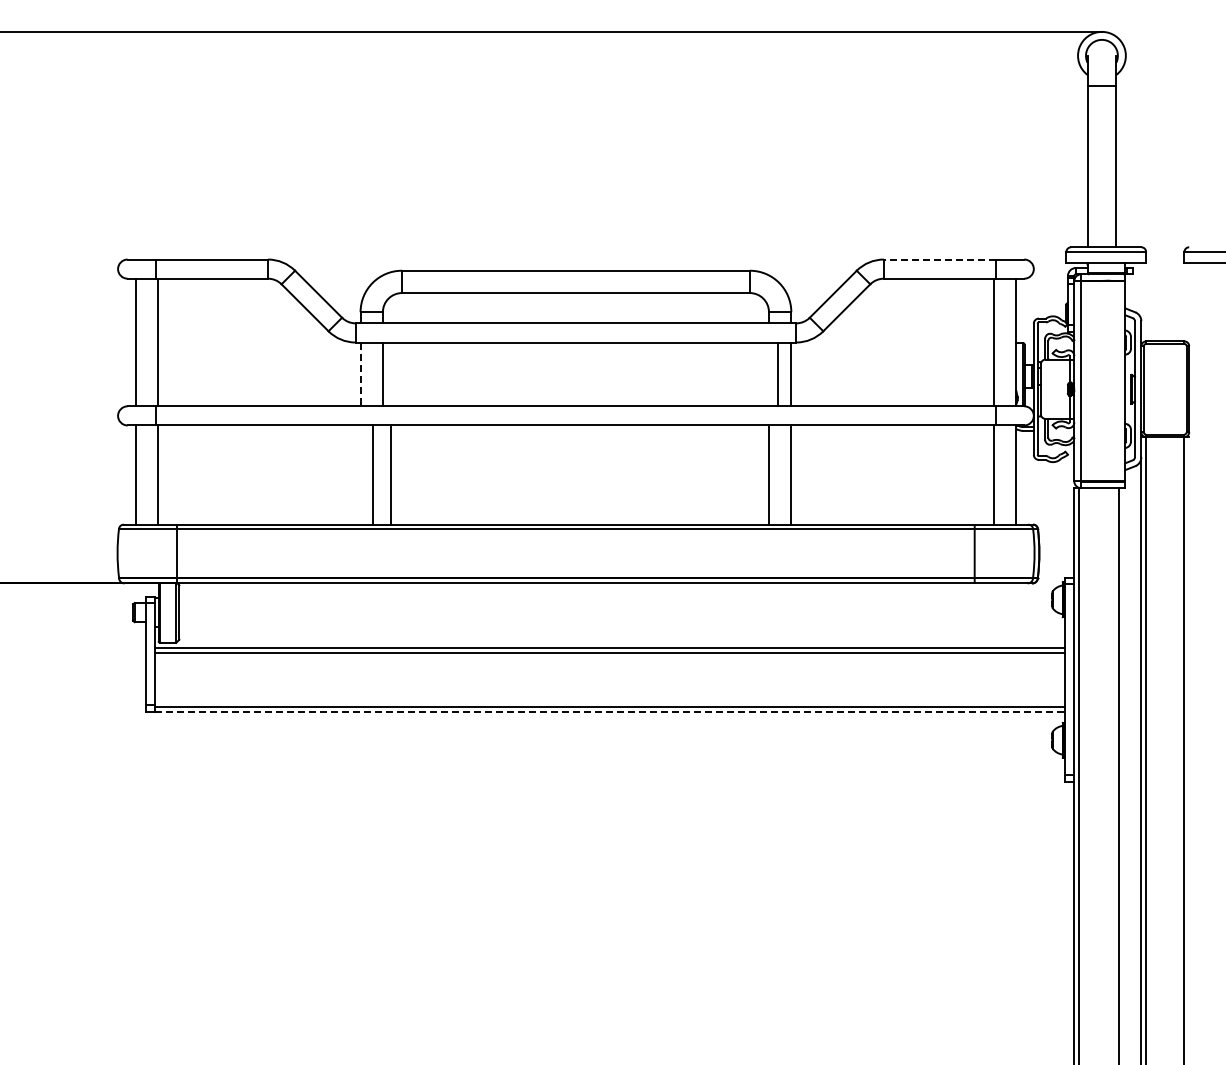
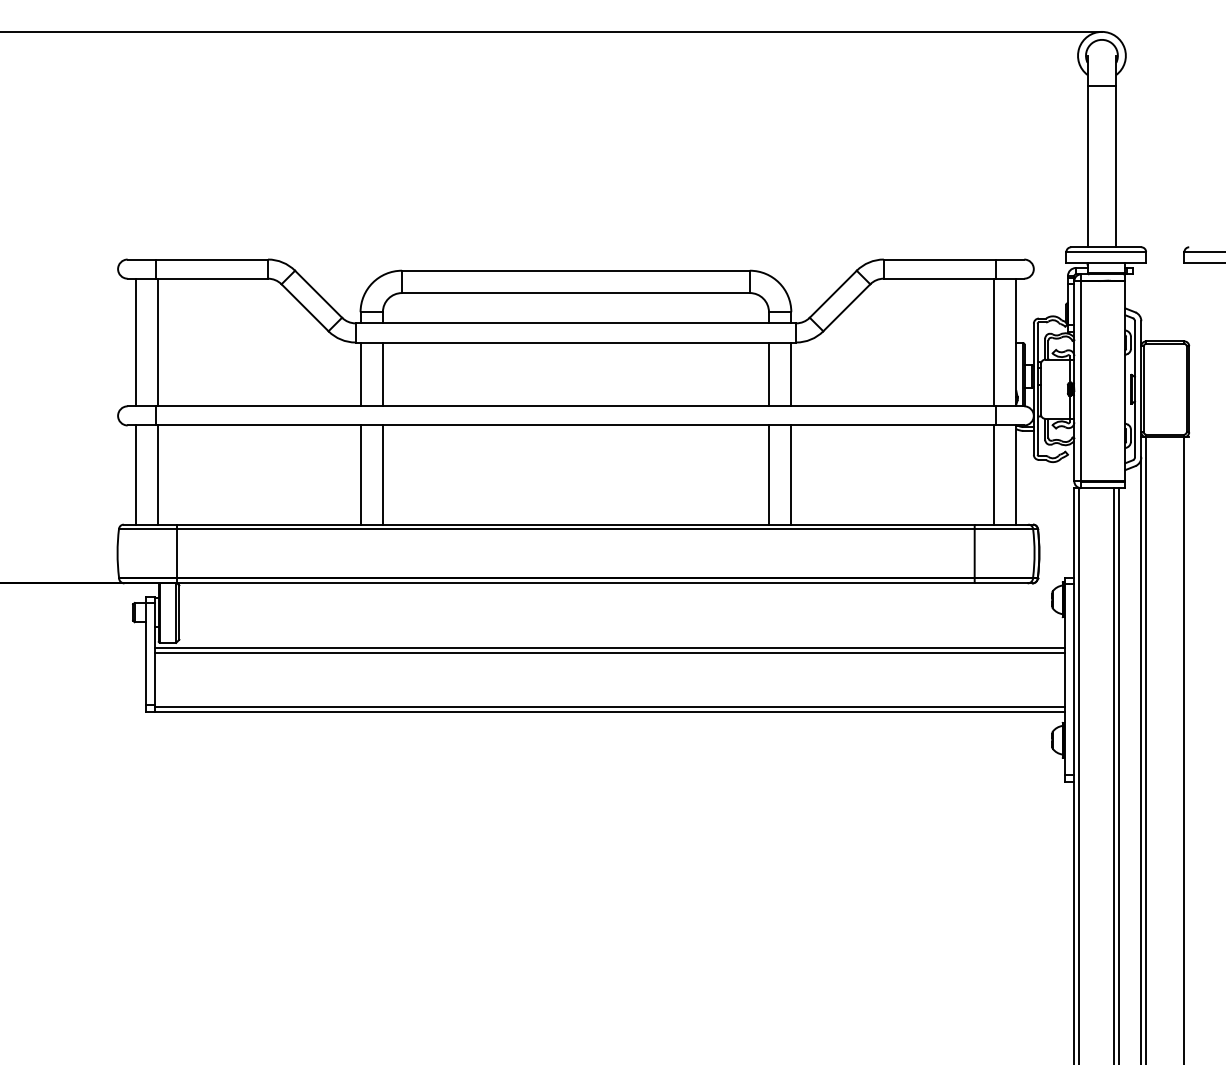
line at (939, 259): dashed -> solid
line at (360, 374): dashed -> solid
line at (777, 374) position: (777, 374) -> (768, 374)
line at (372, 474) position: (372, 474) -> (360, 474)
line at (390, 474) position: (390, 474) -> (382, 474)
line at (610, 711): dashed -> solid
line at (1114, 774): none -> present
